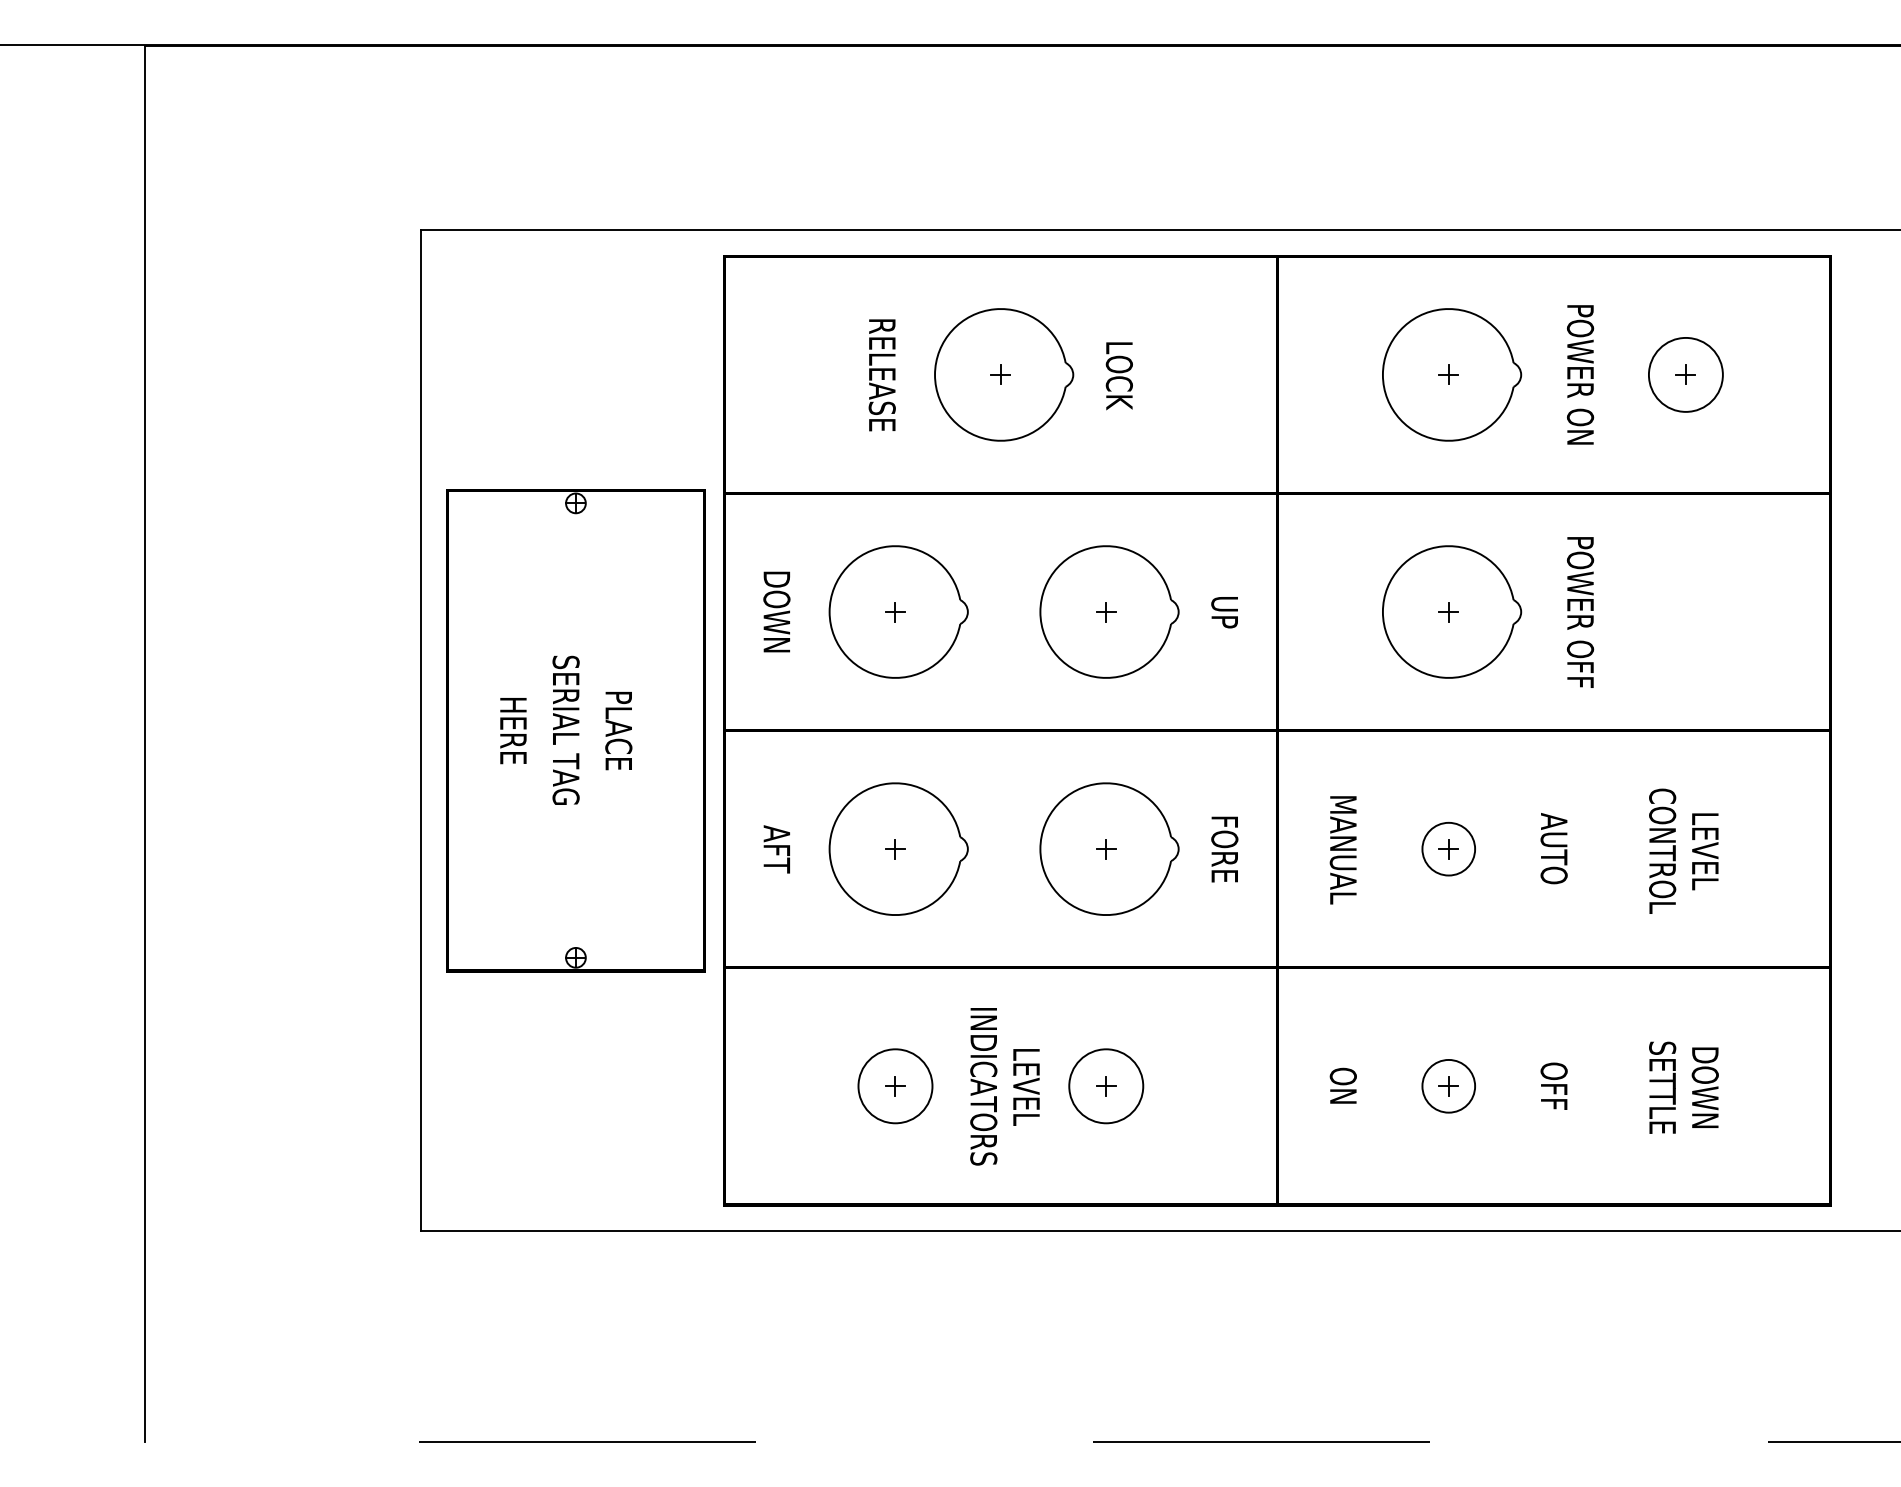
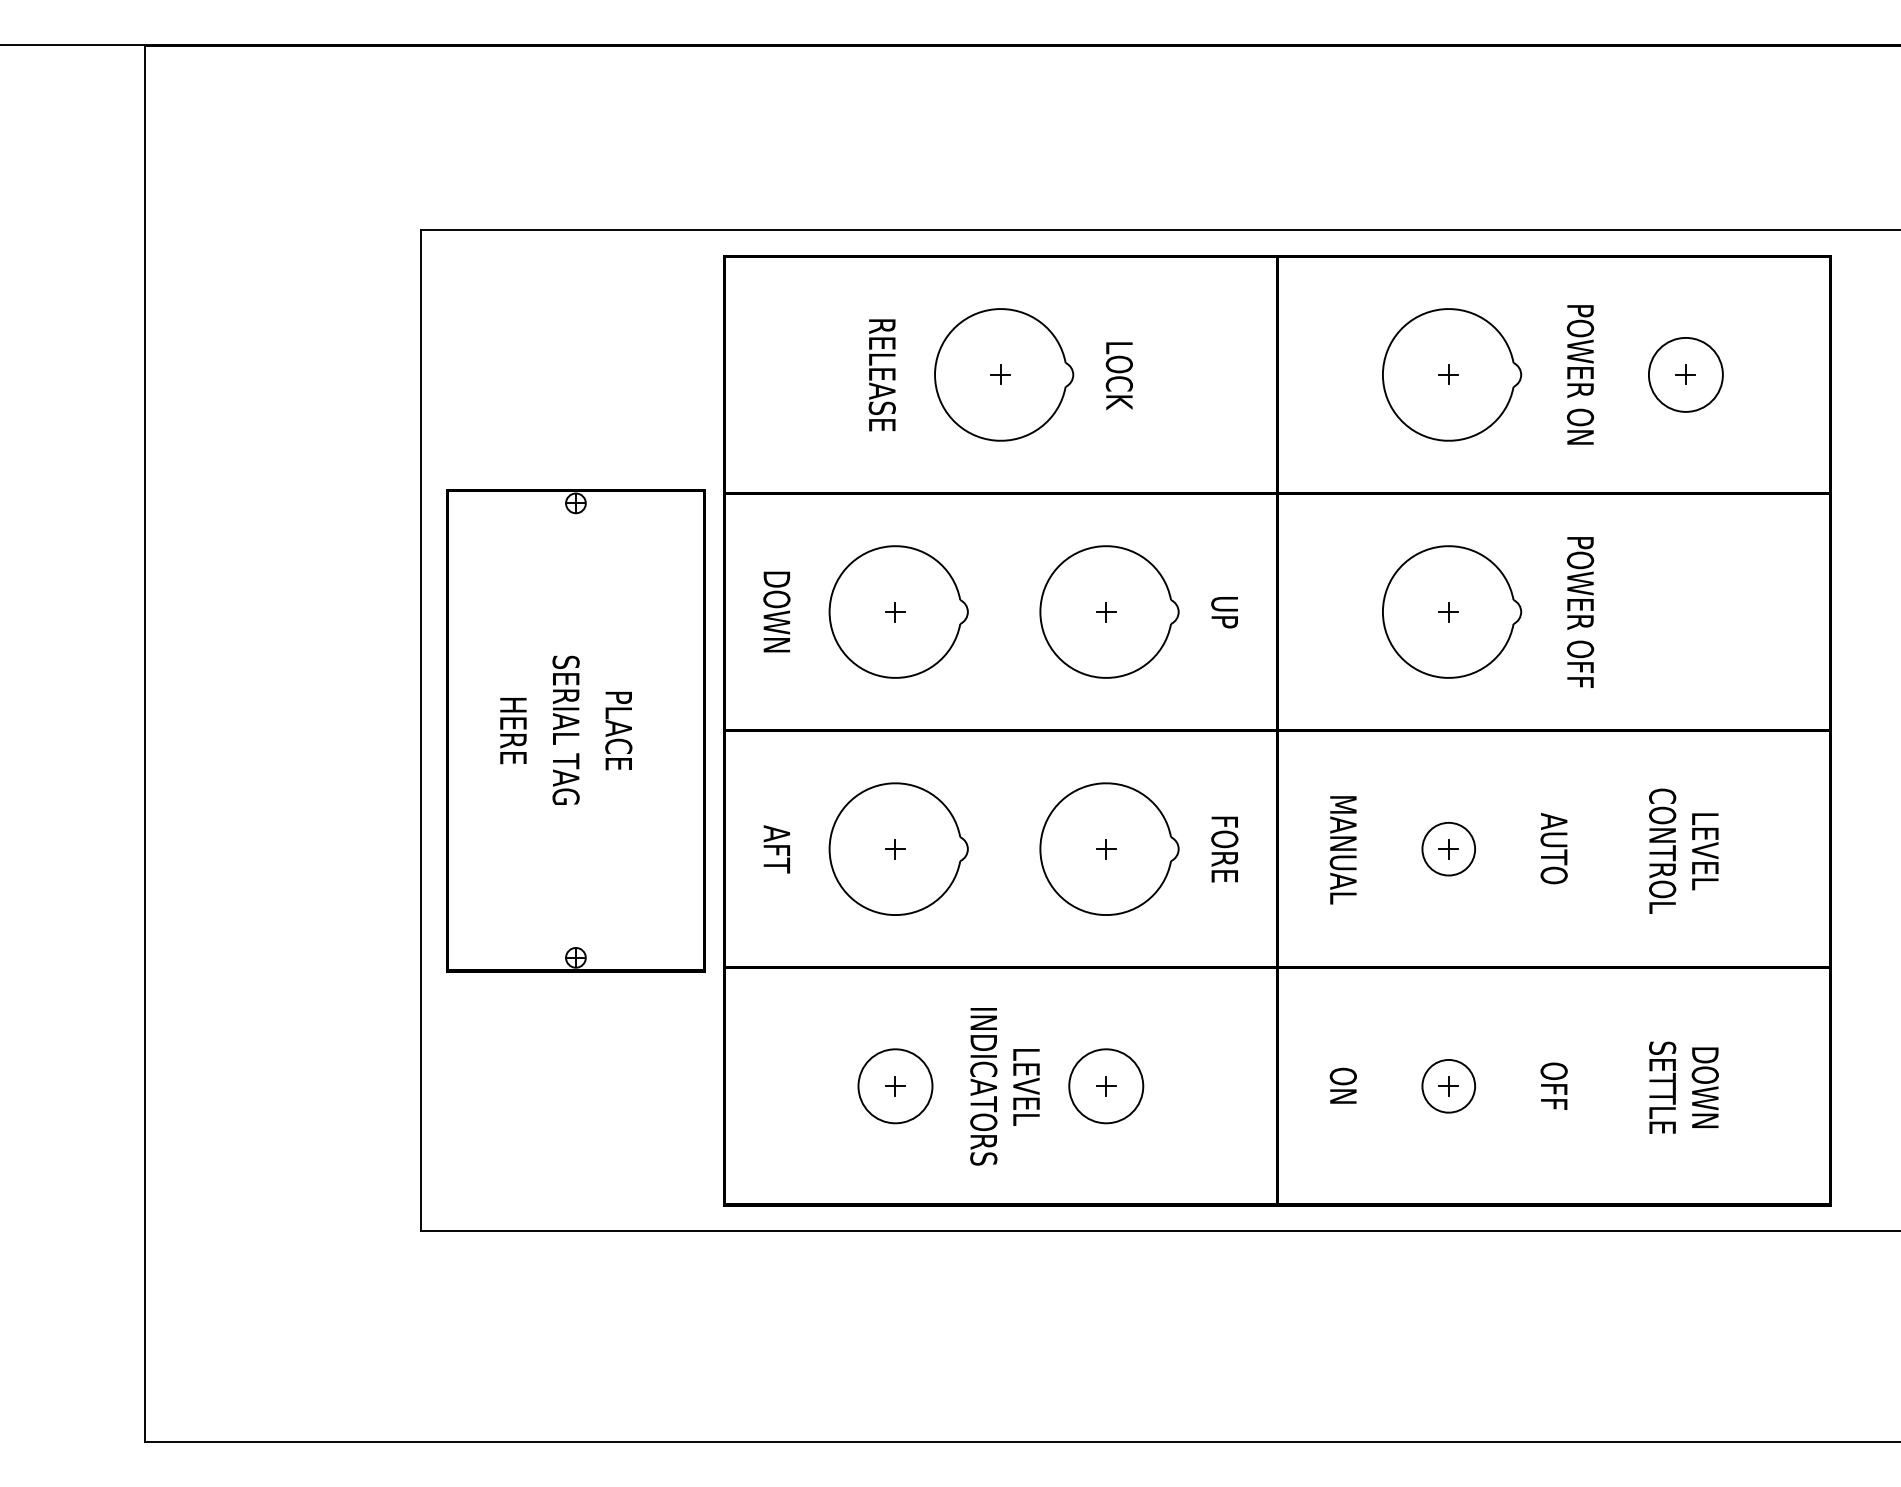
line at (1022, 1442): dashed -> solid
